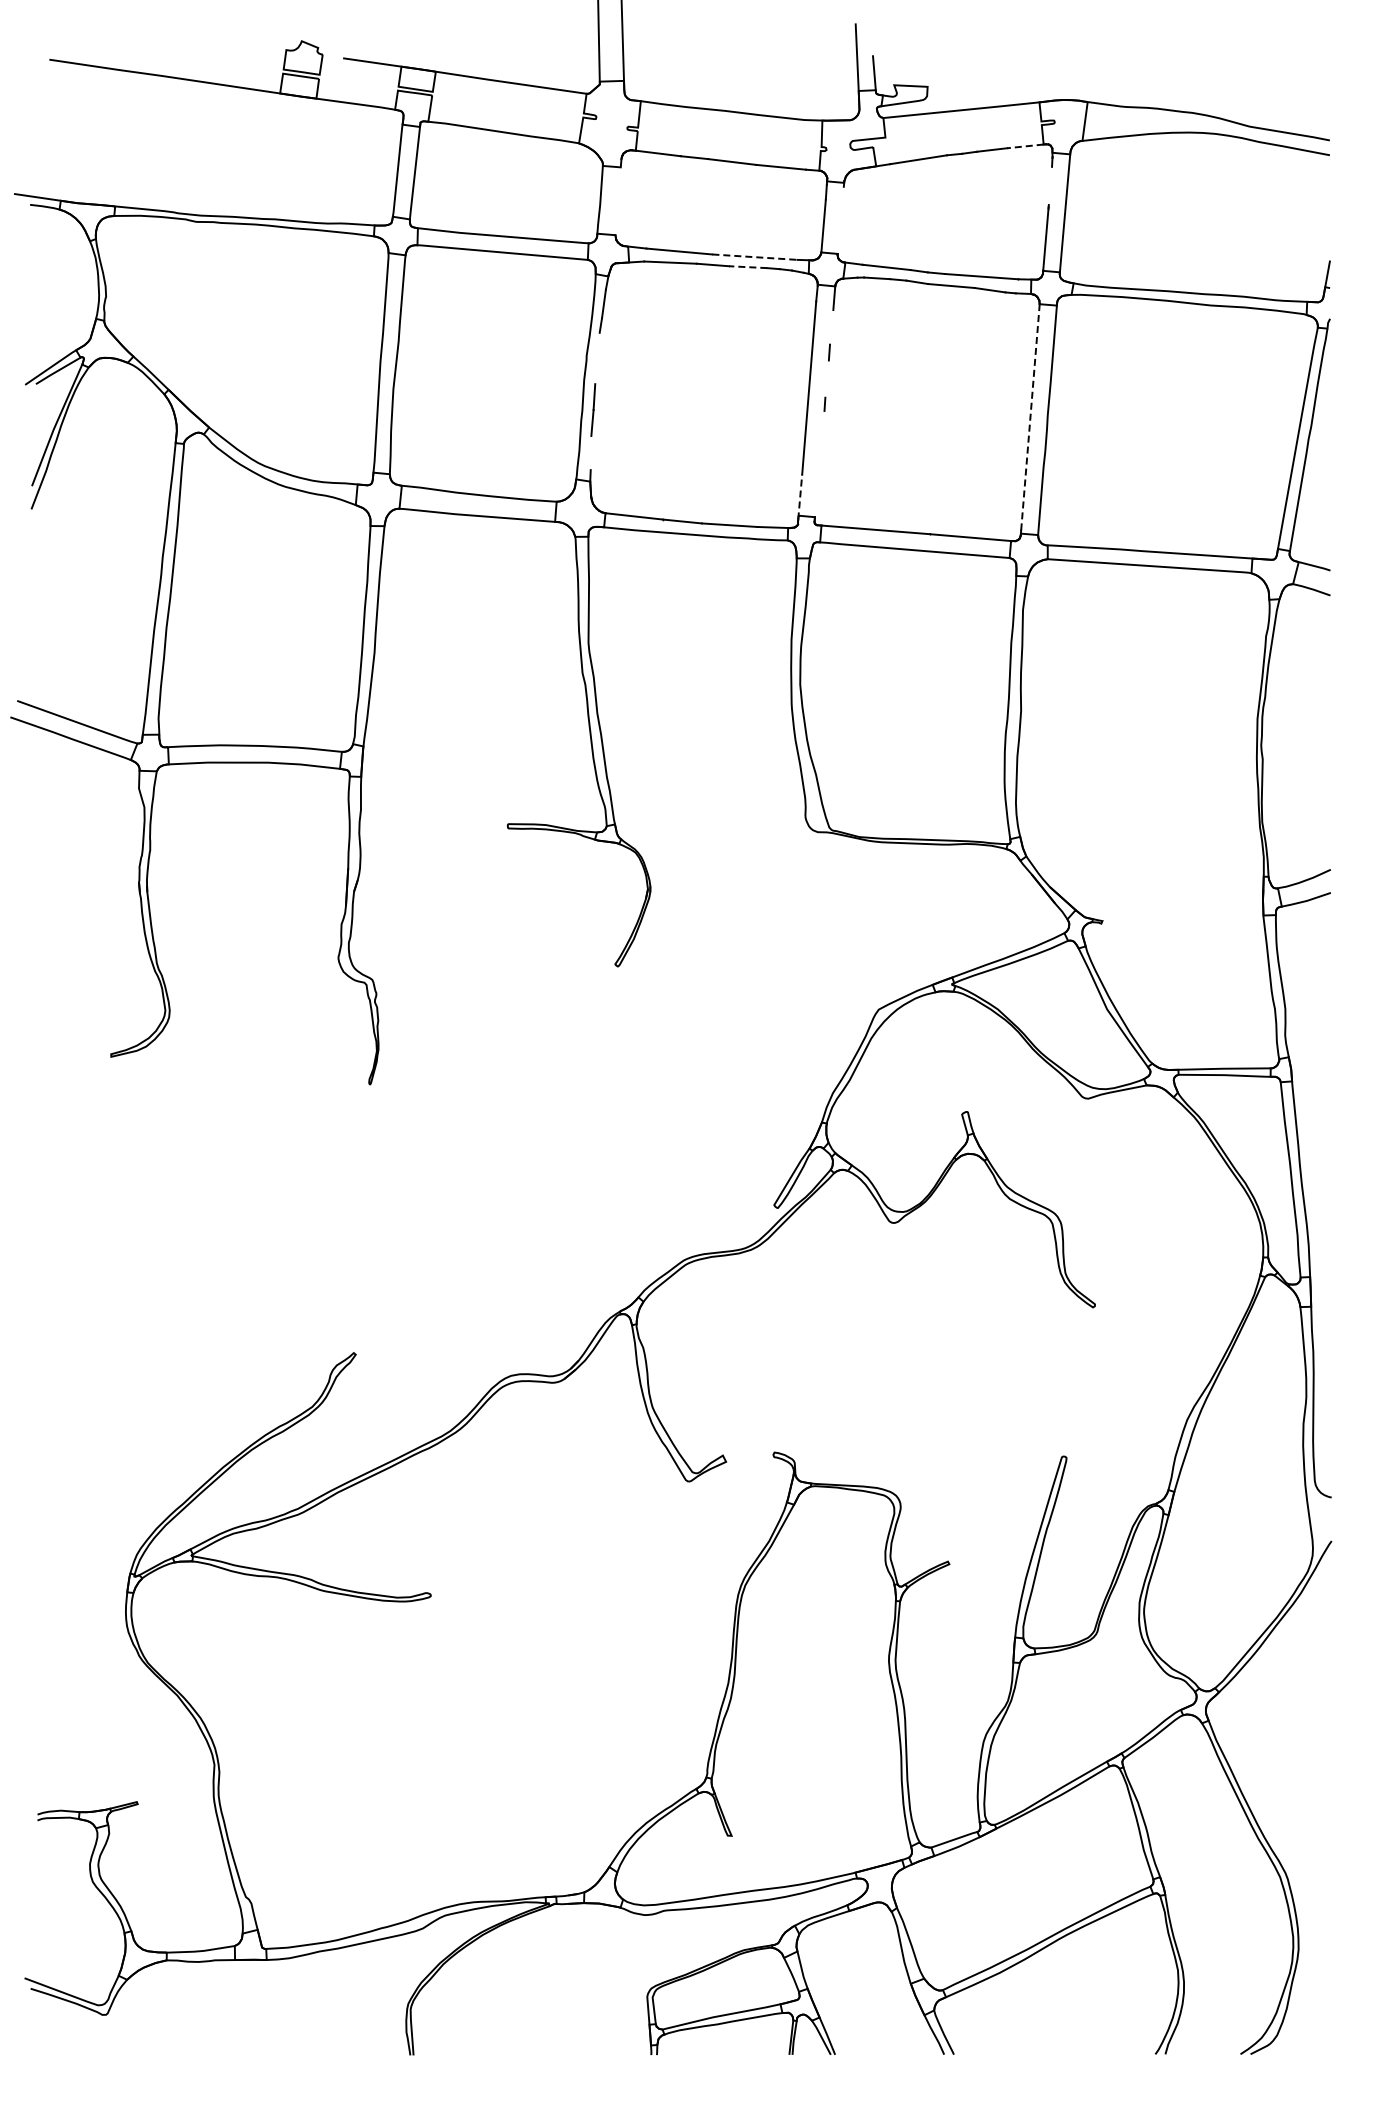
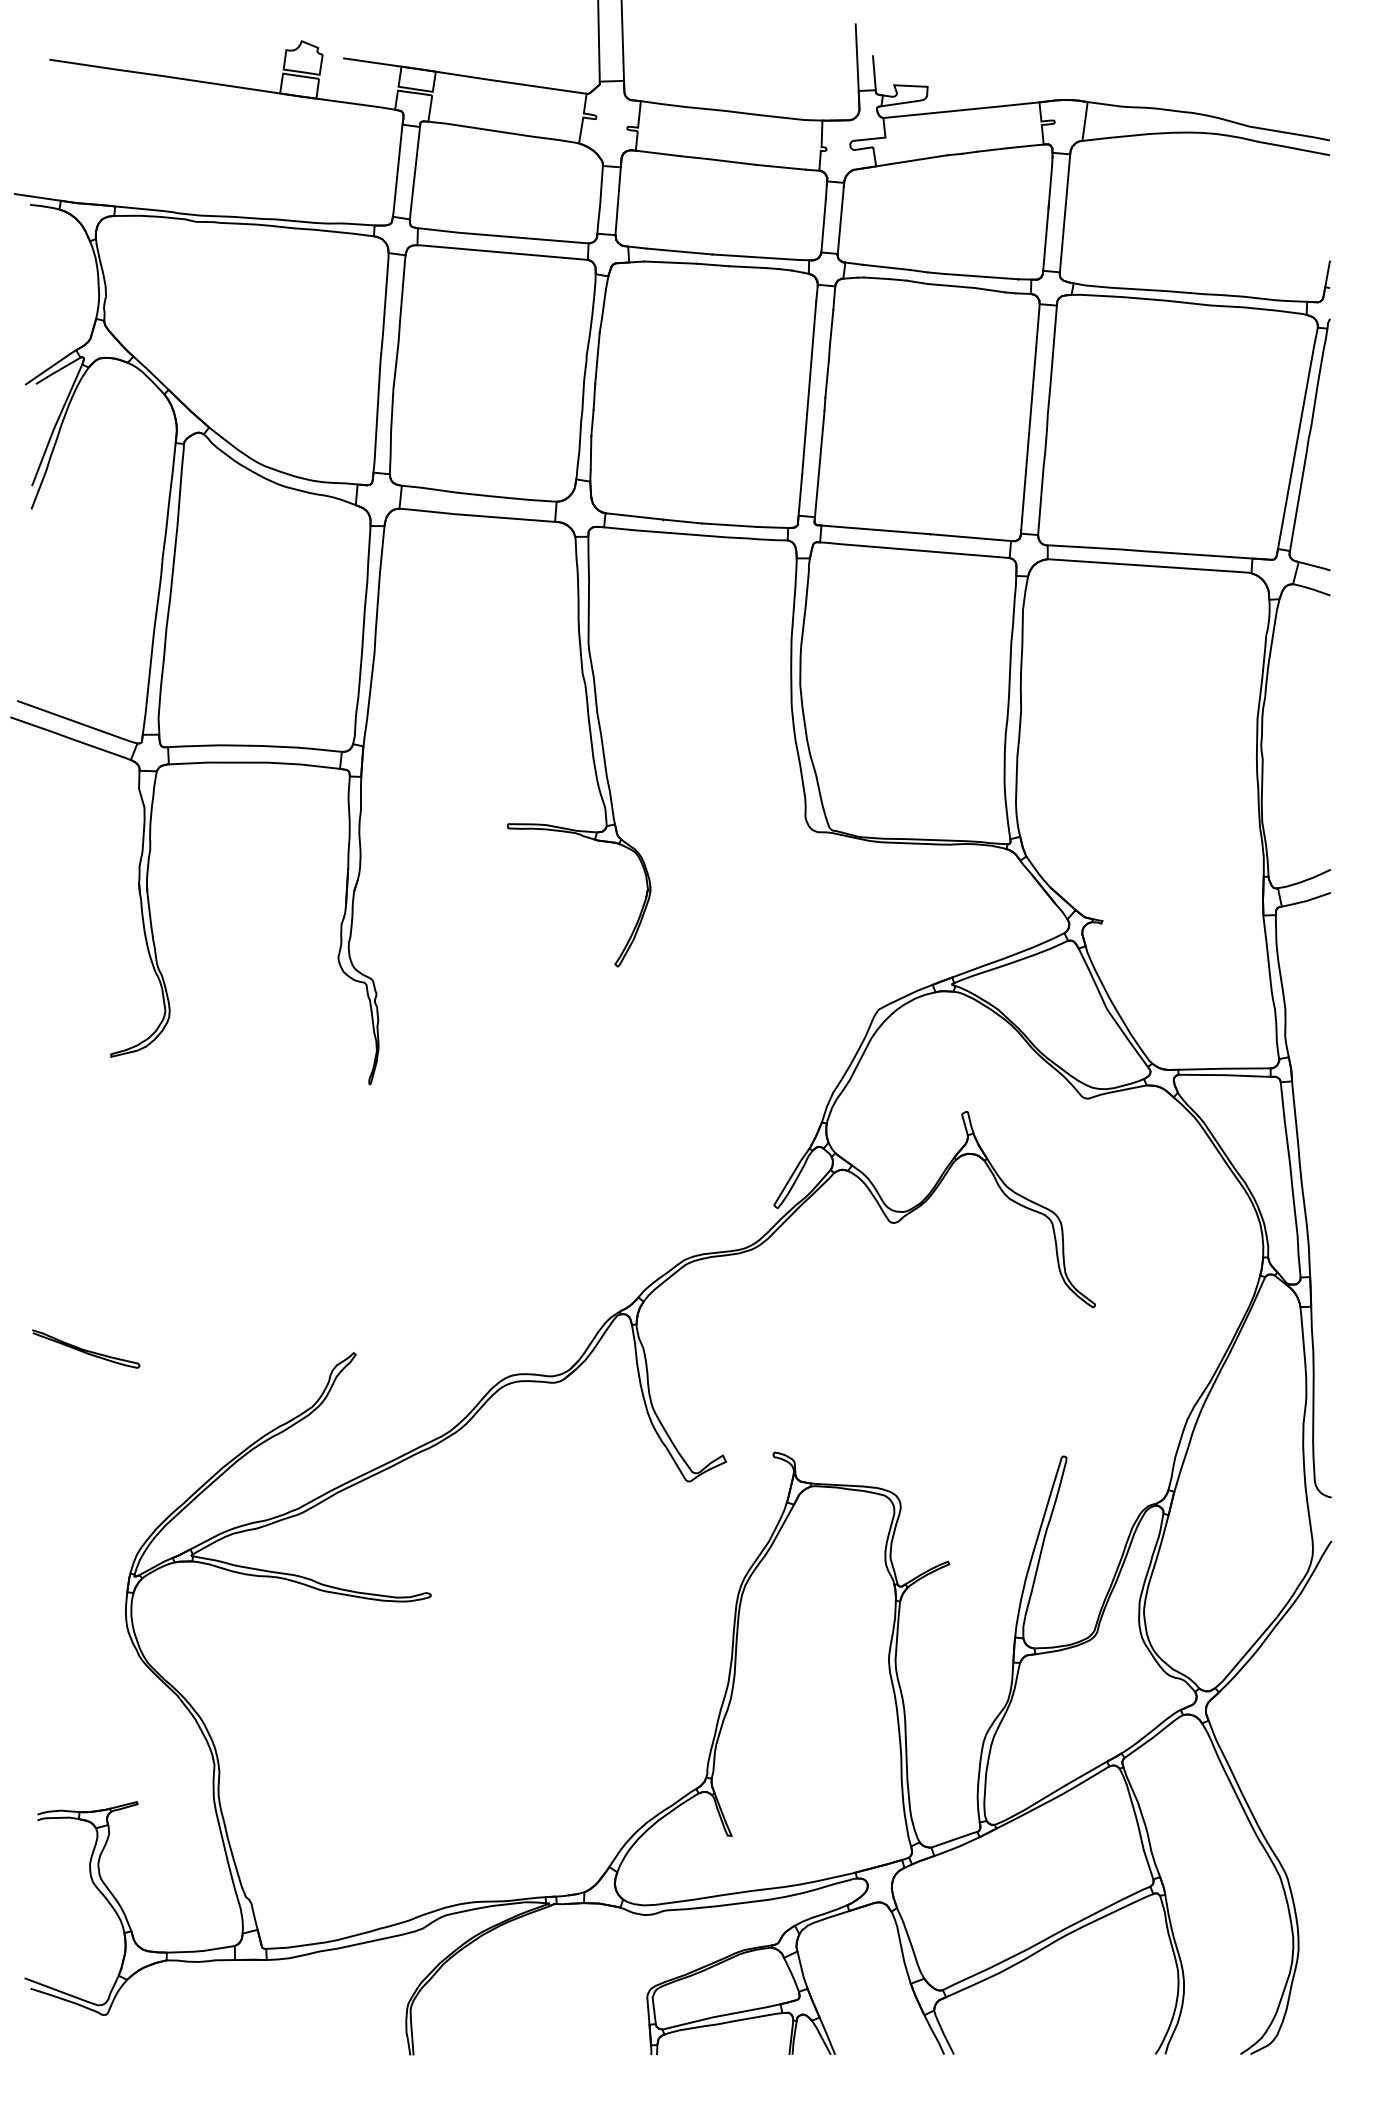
line at (1024, 146): dashed -> solid
line at (1050, 185): none -> present
line at (618, 197): none -> present
line at (840, 219): none -> present
line at (754, 257): dashed -> solid
line at (747, 267): dashed -> solid
line at (831, 327): none -> present
line at (597, 358): none -> present
line at (826, 378): none -> present
line at (1030, 416): dashed -> solid
line at (590, 453): none -> present
line at (819, 463): none -> present
line at (800, 496): dashed -> solid
curve at (86, 1349): none -> present
